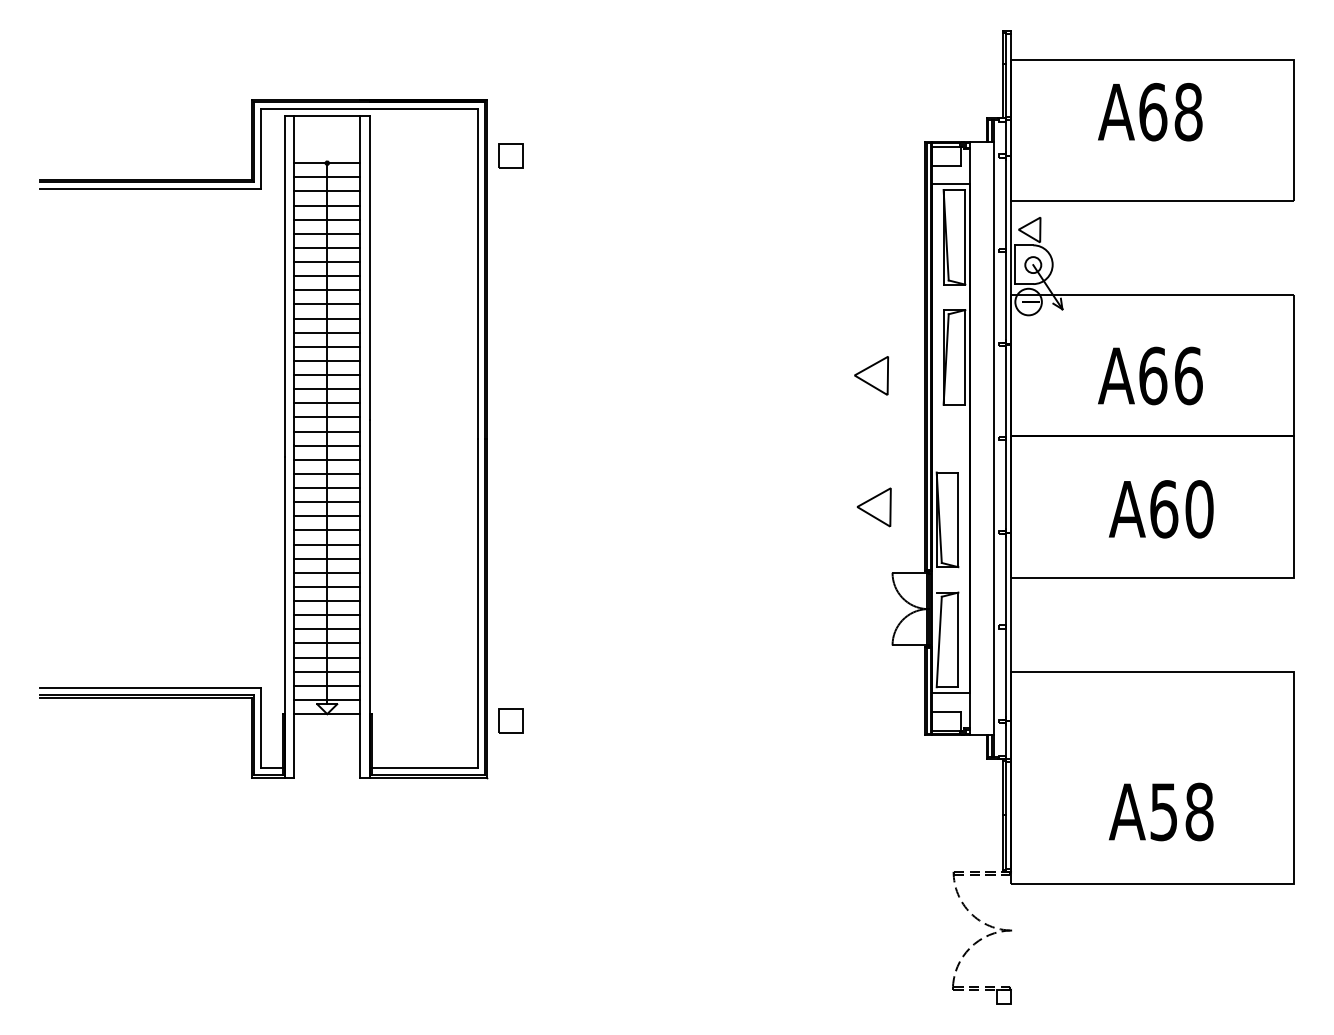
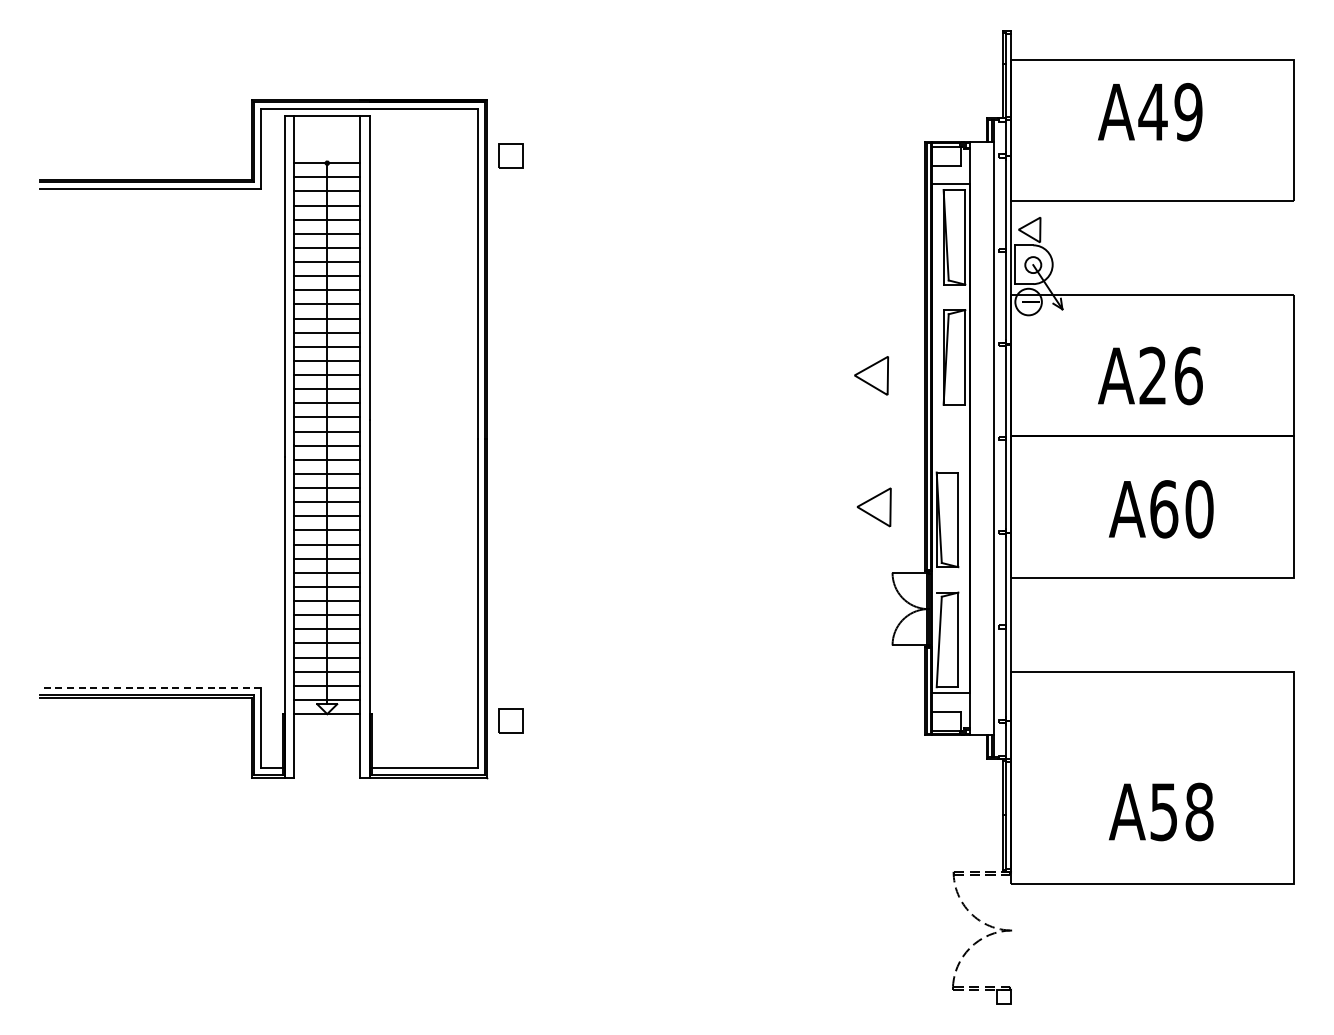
text at (1170, 111): A68 -> A49
text at (1153, 375): A66 -> A26
line at (150, 688): solid -> dashed
